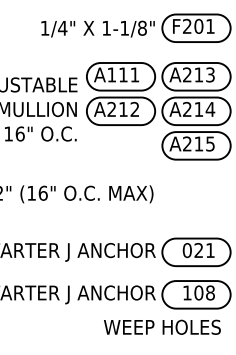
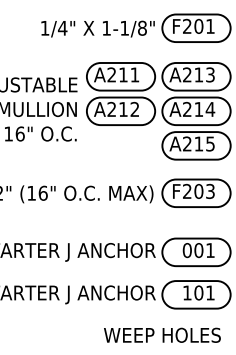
text at (111, 74): A111 -> A211
part at (196, 192): none -> present
text at (198, 250): 021 -> 001
text at (210, 292): 108 -> 101
text at (162, 326) position: (162, 326) -> (162, 334)
